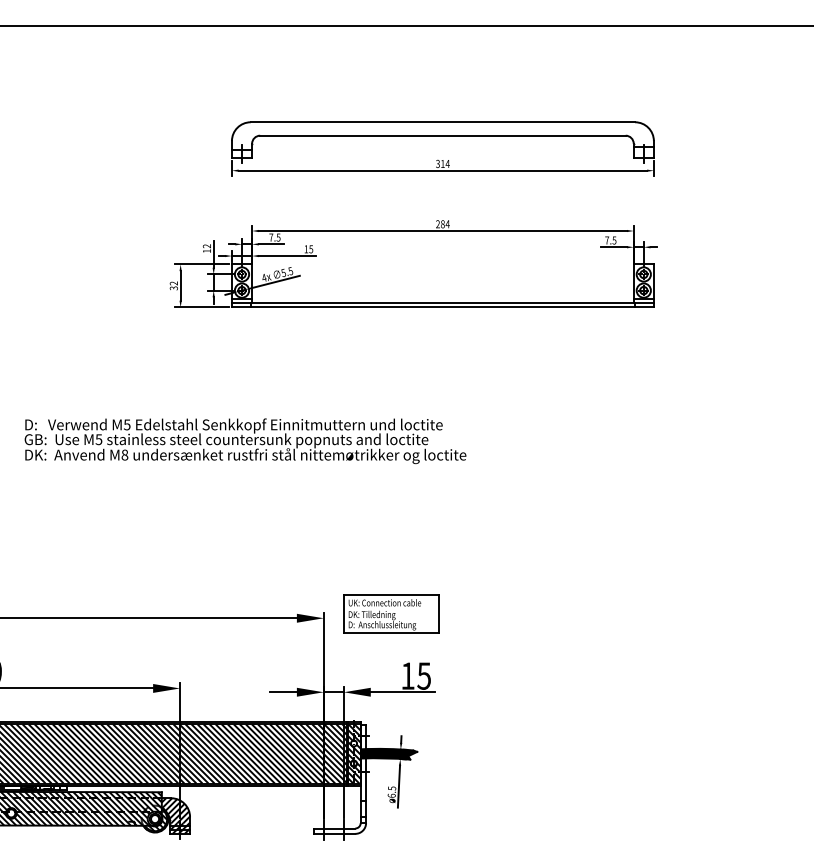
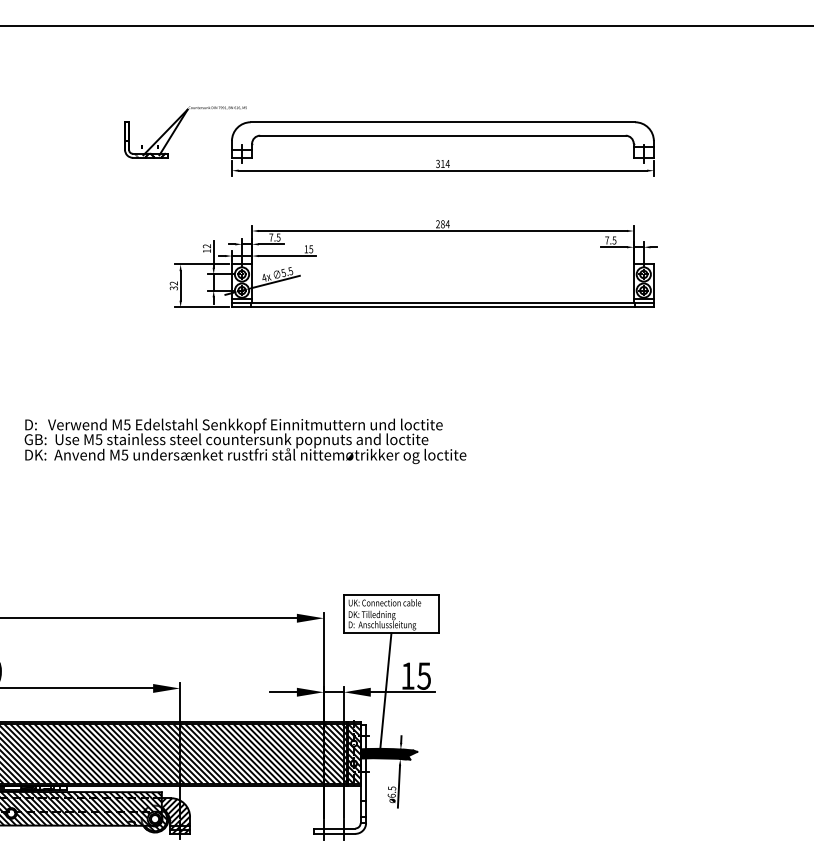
part at (177, 128): none -> present
text at (124, 454): M8 -> M5
line at (385, 694): none -> present
